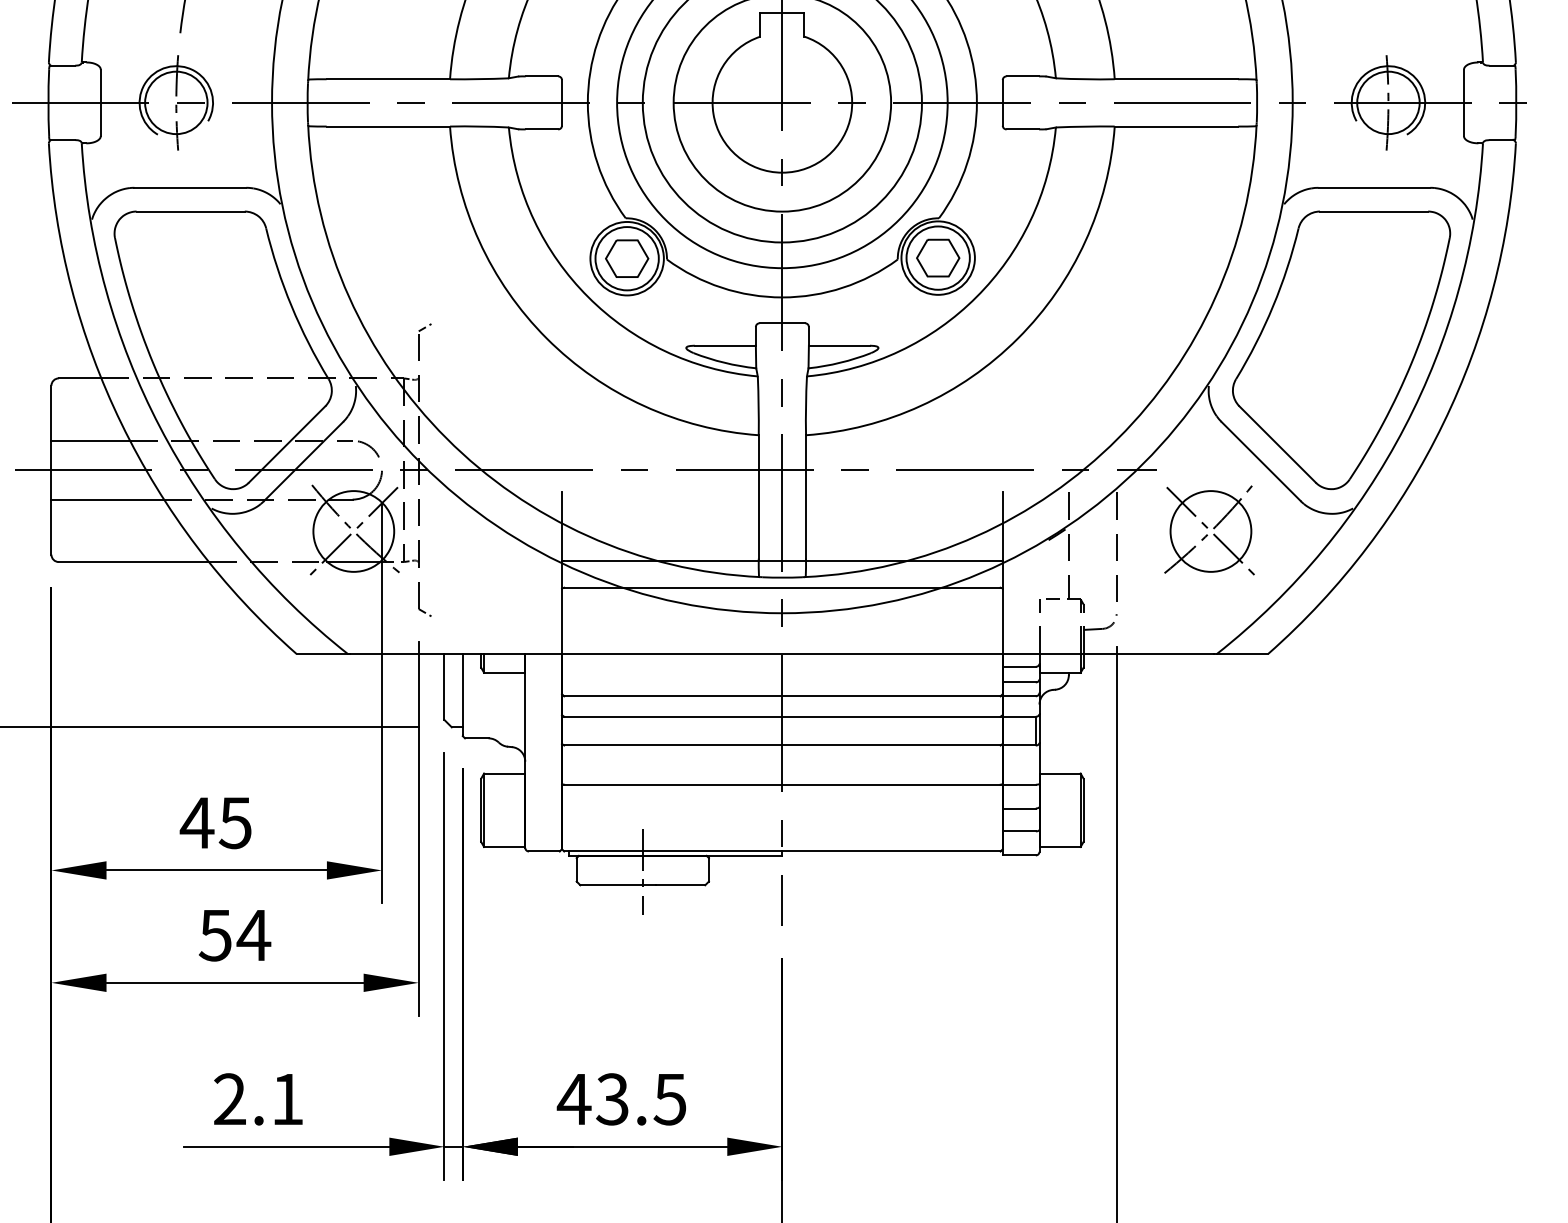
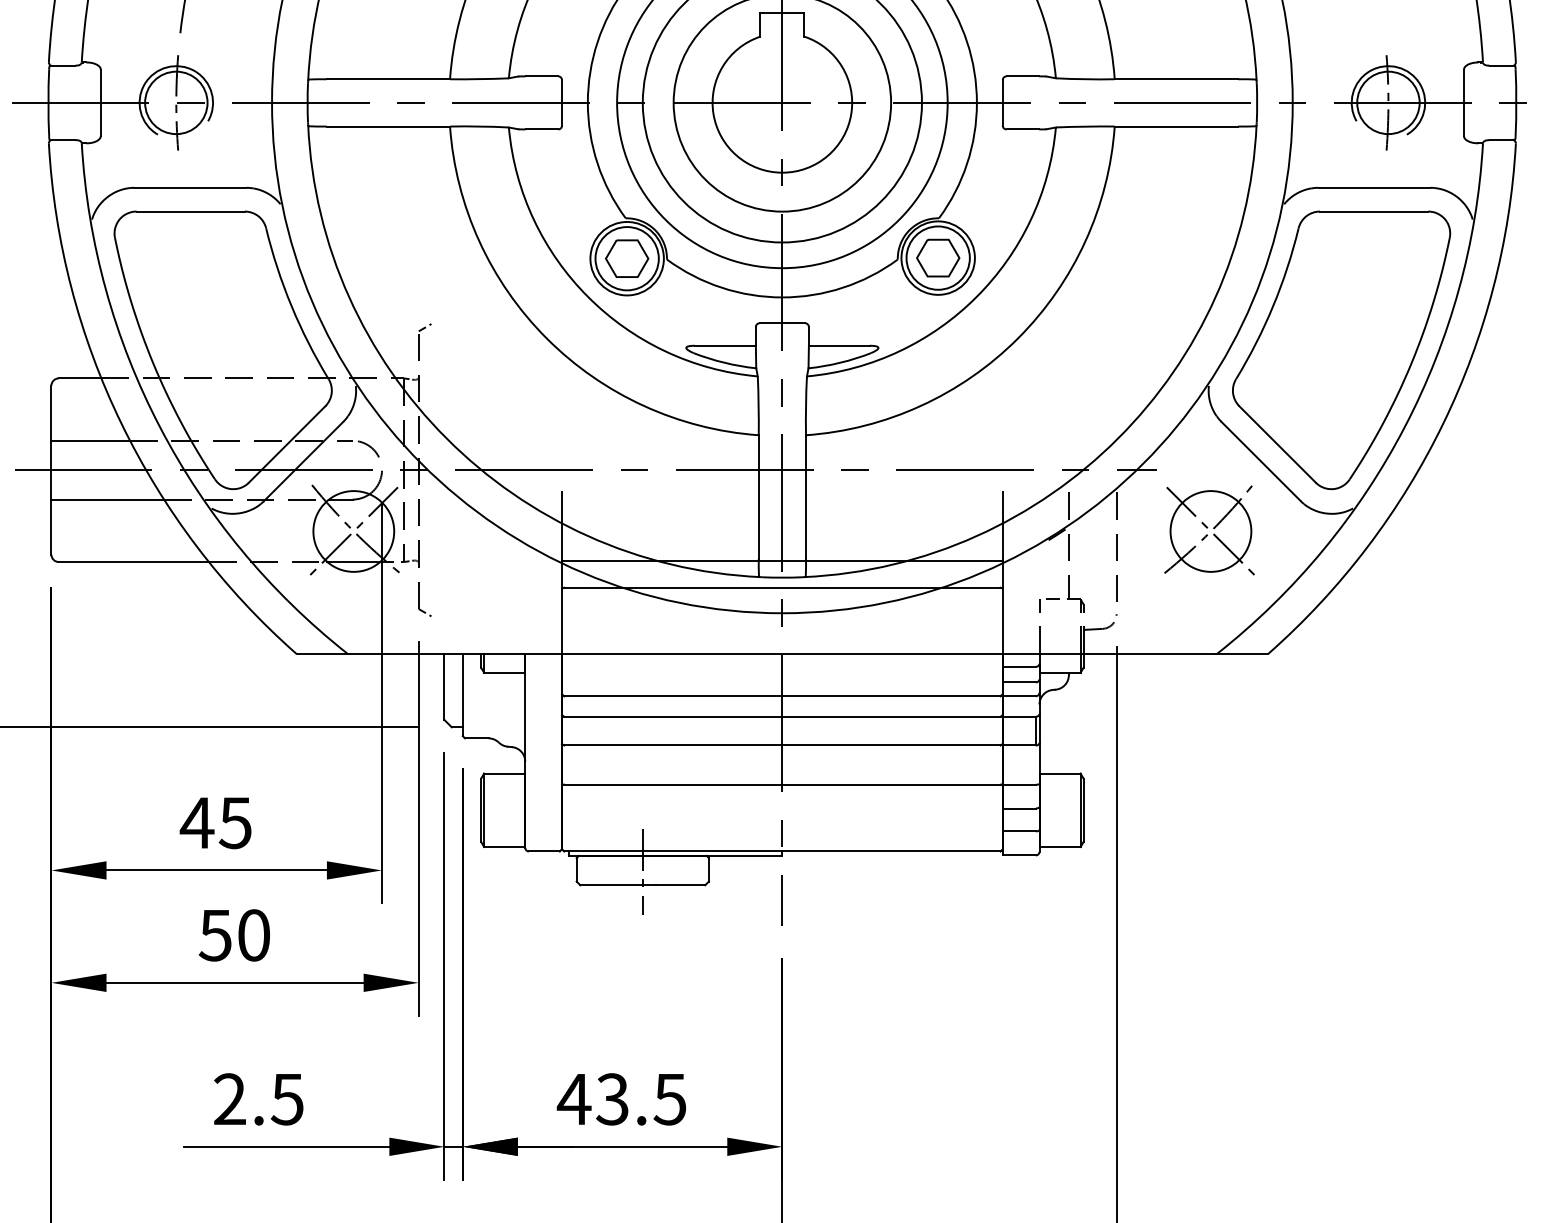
text at (253, 935): 54 -> 50
text at (286, 1099): 2.1 -> 2.5
